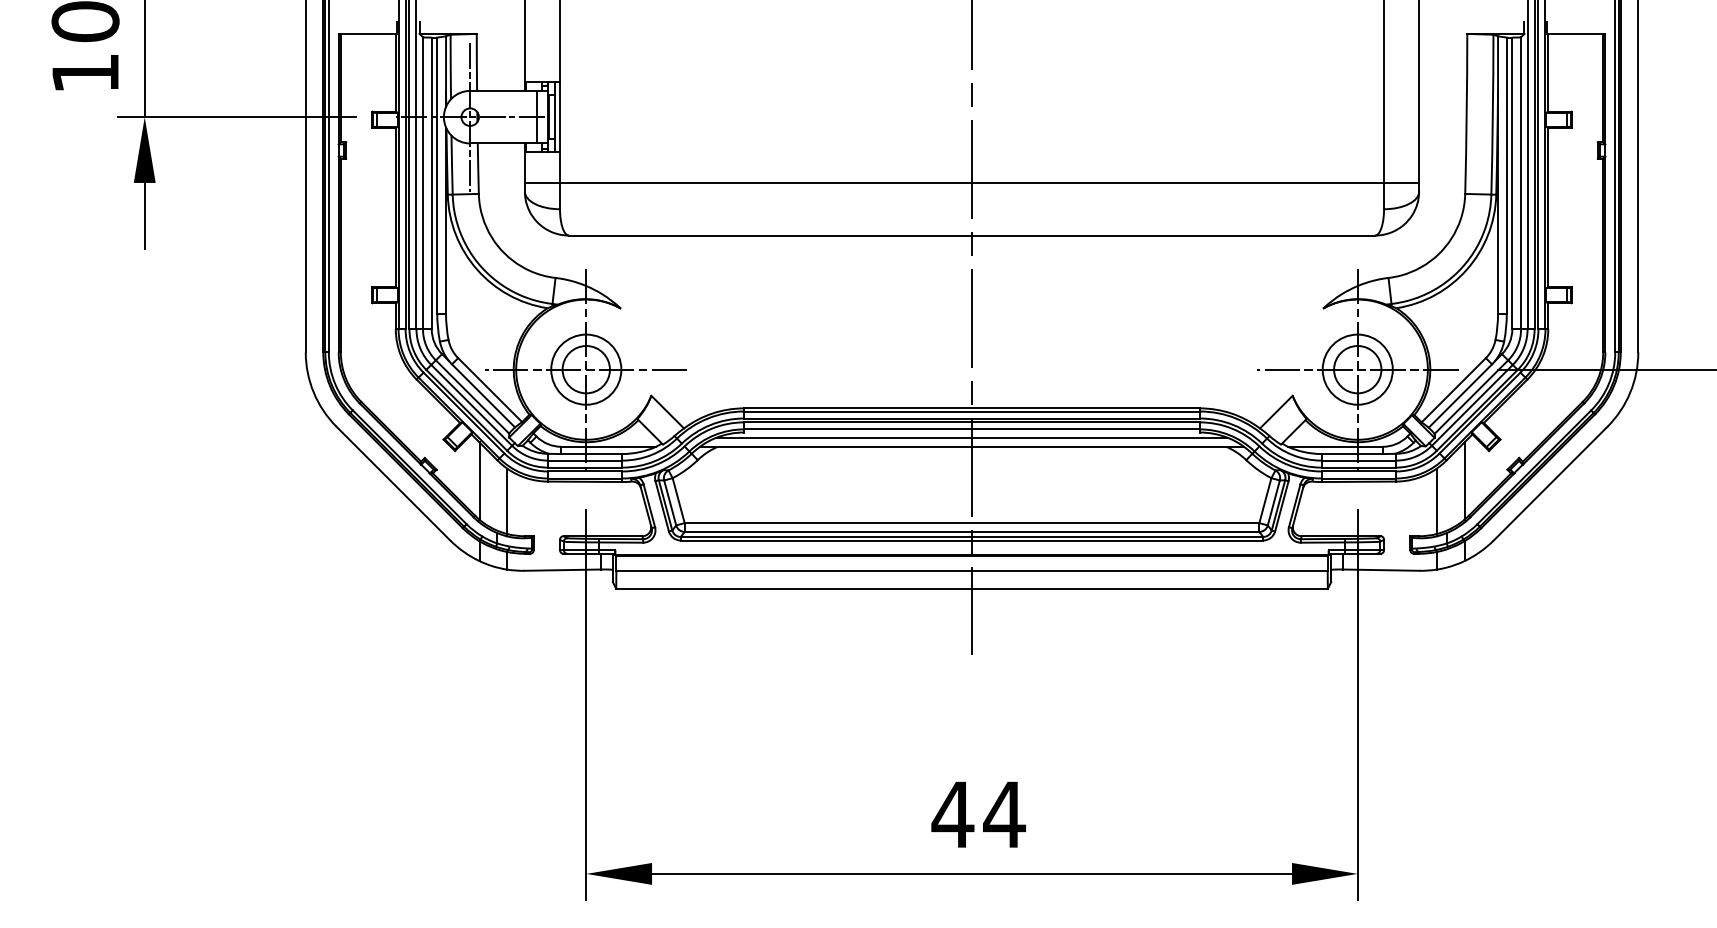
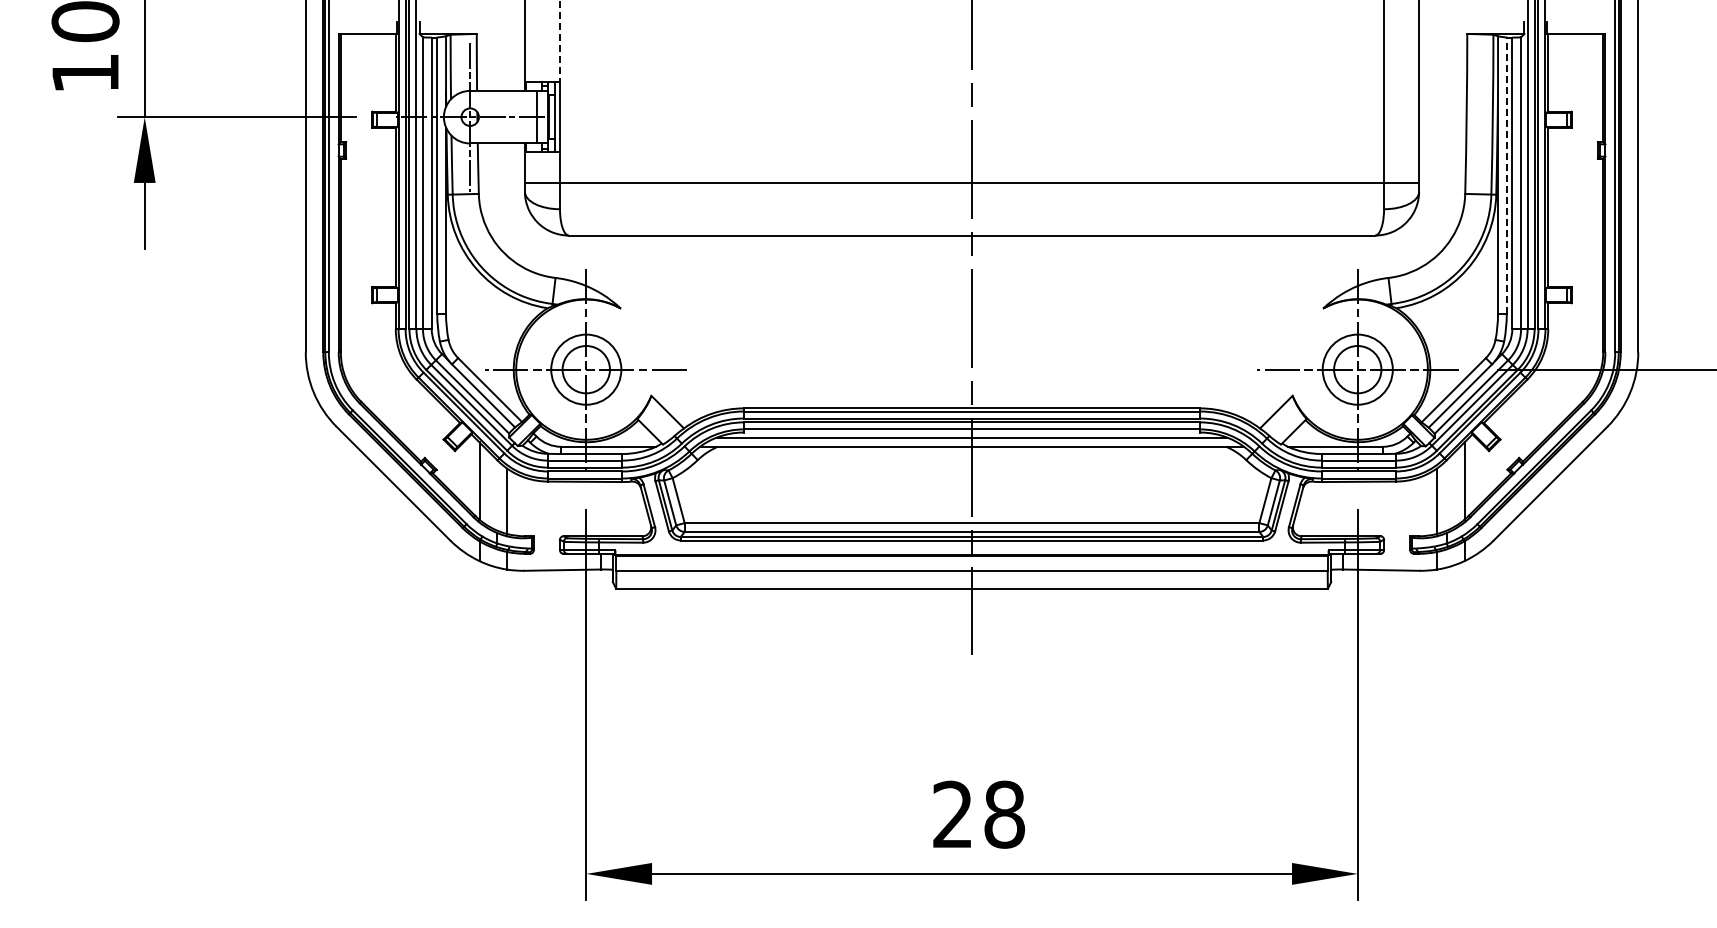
line at (560, 41): solid -> dashed
line at (1506, 175): solid -> dashed
text at (978, 814): 44 -> 28
